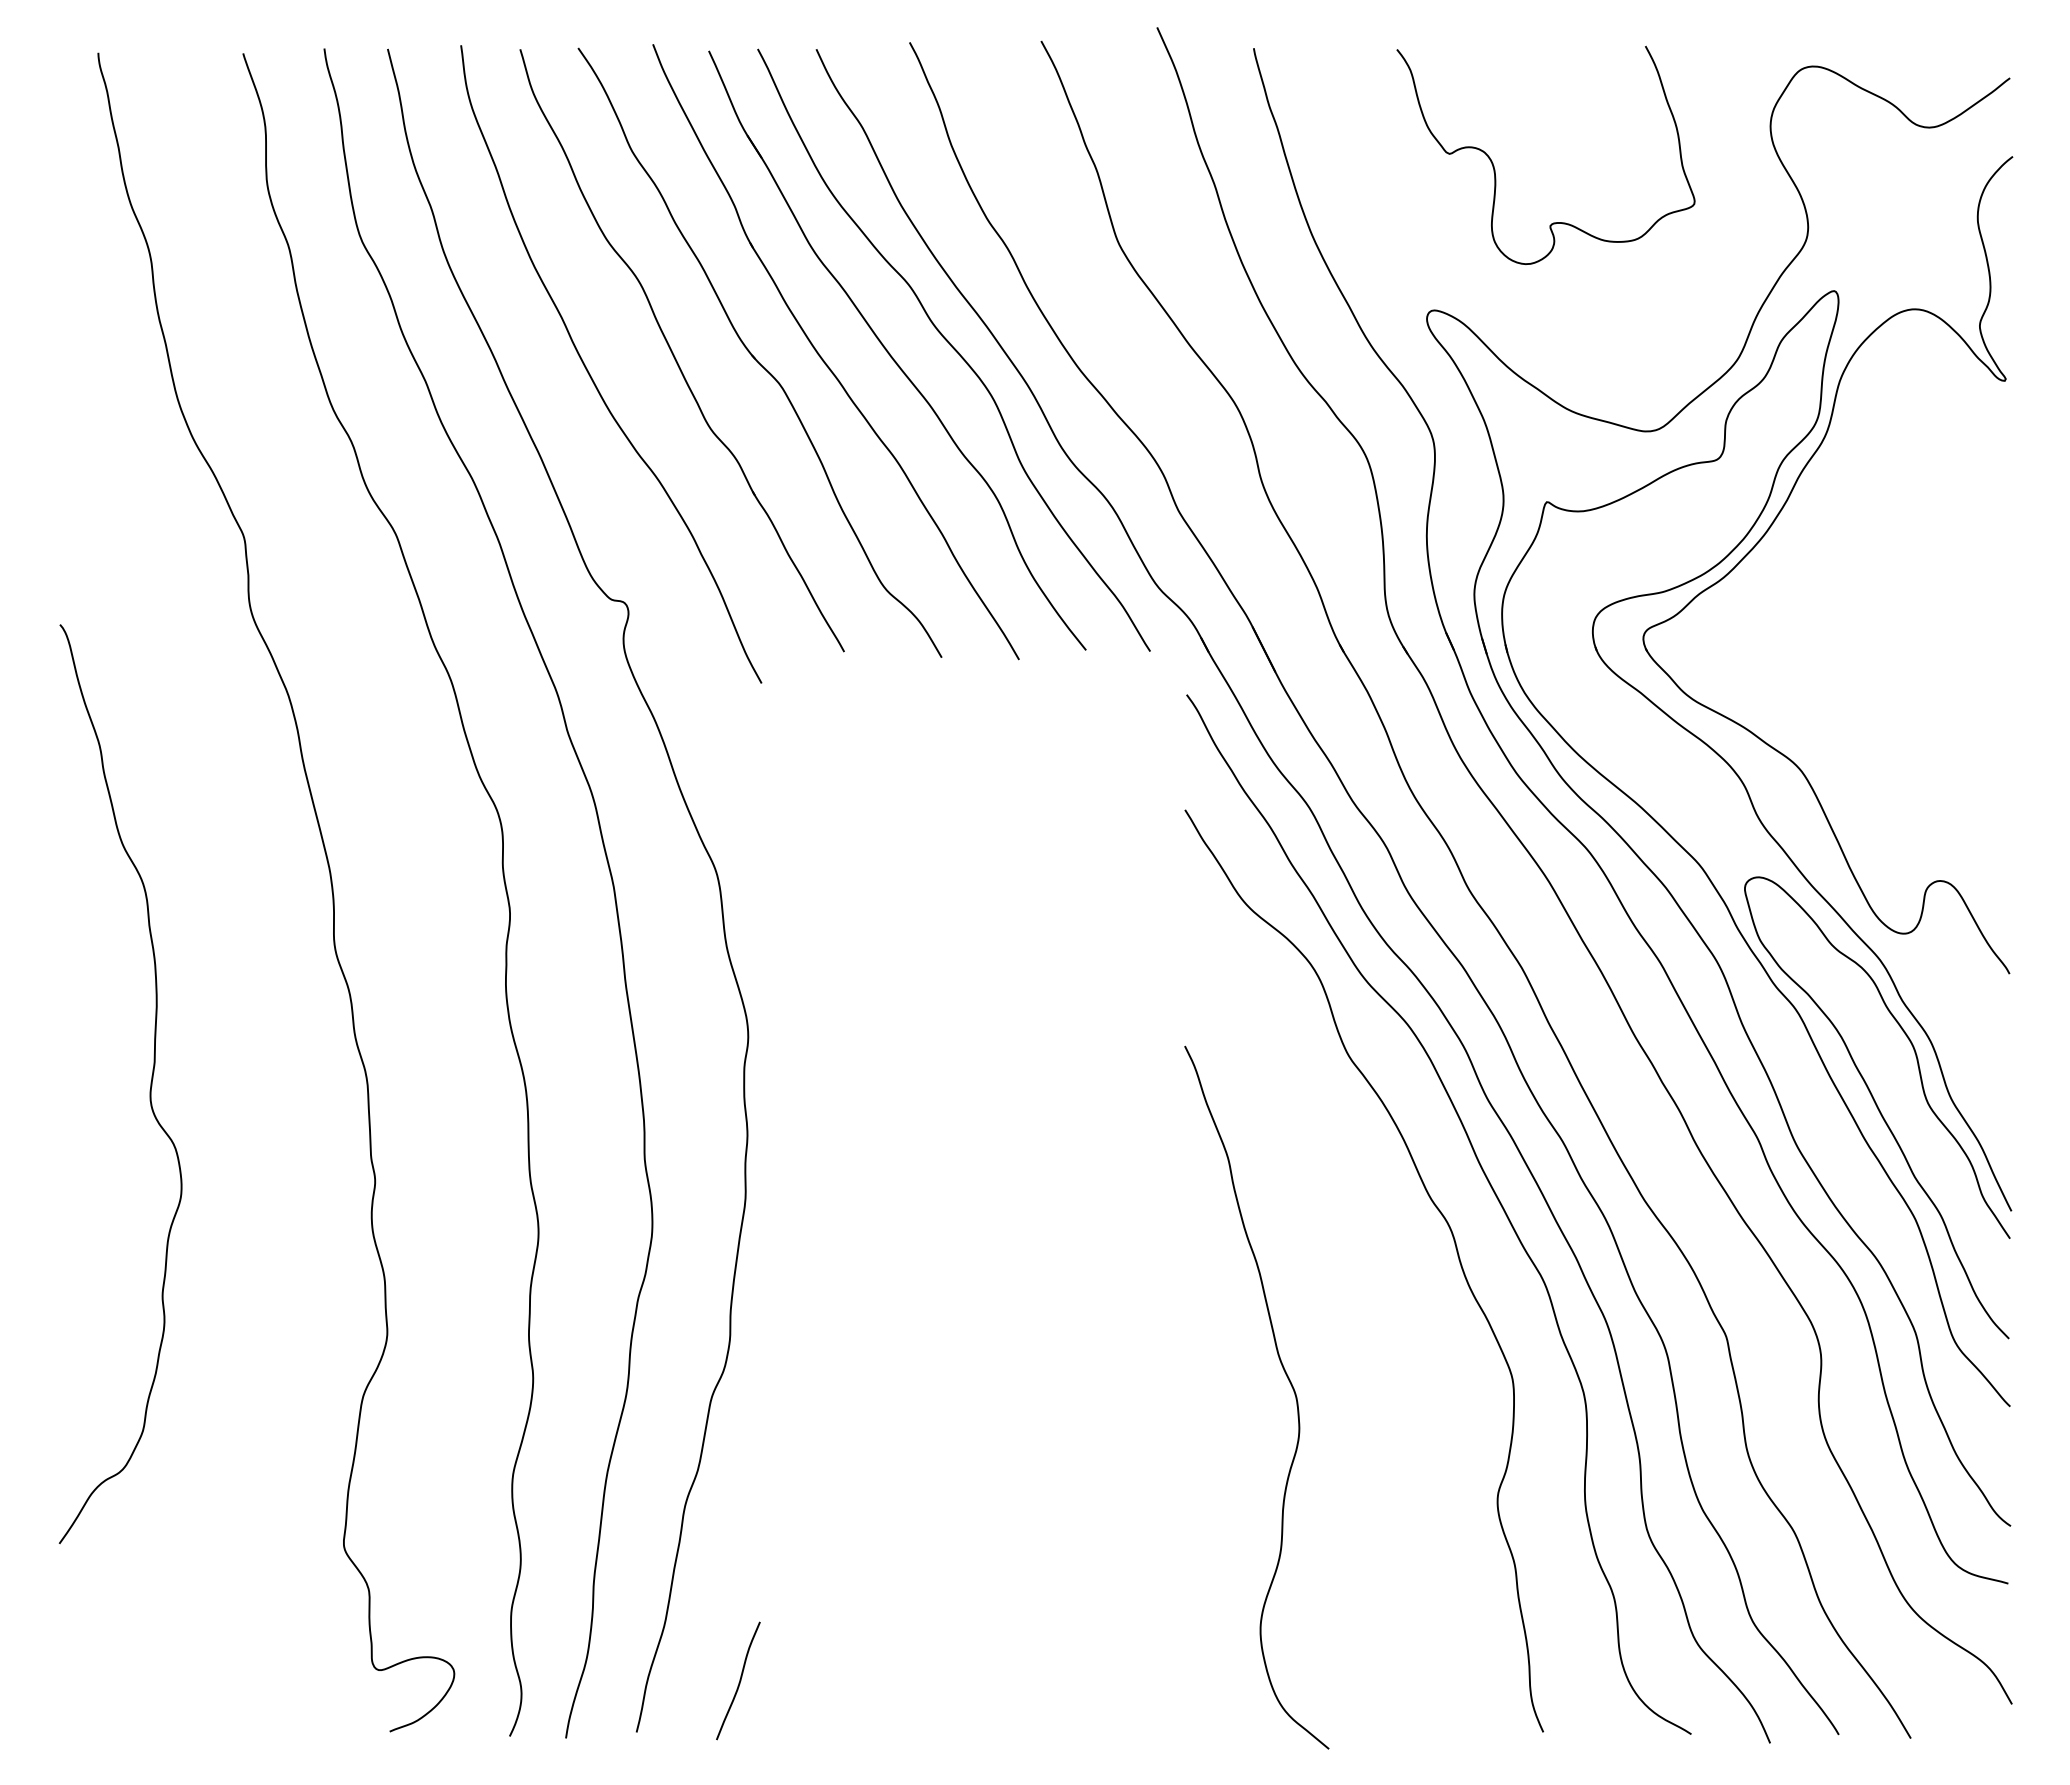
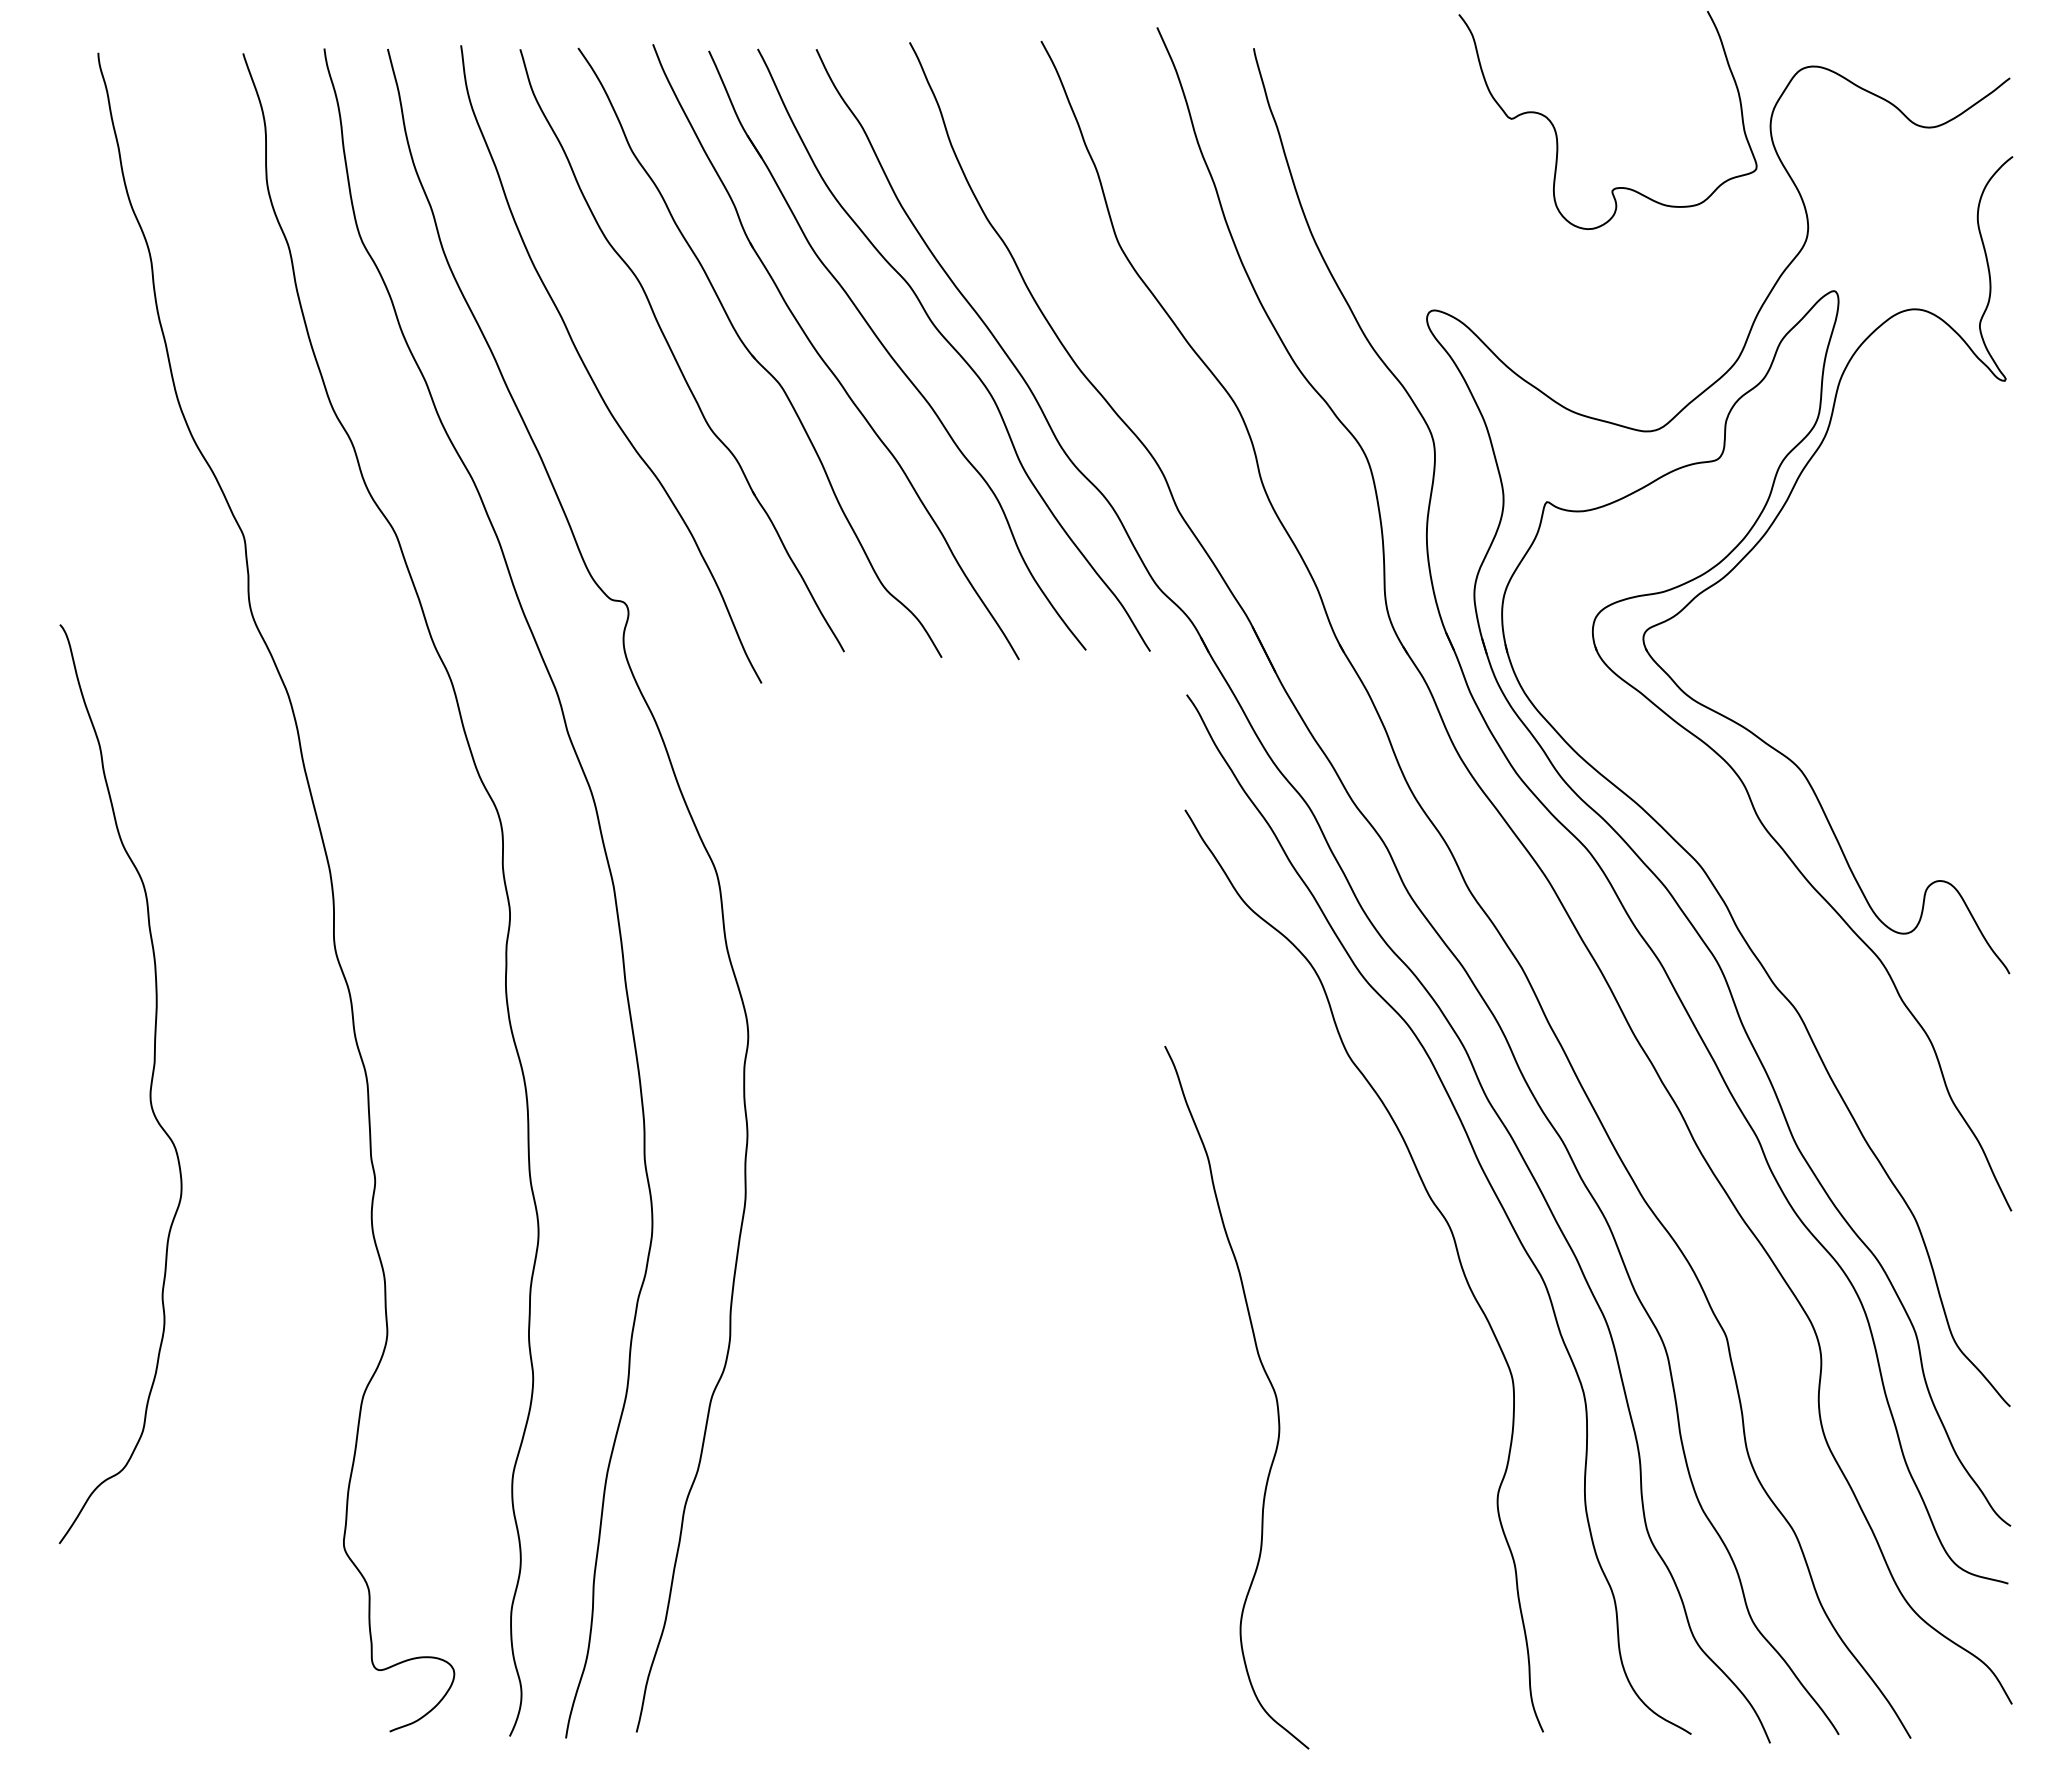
curve at (1494, 165) position: (1494, 165) -> (1556, 130)
curve at (1877, 1107): present -> none
curve at (1288, 1380) position: (1288, 1380) -> (1268, 1380)
curve at (739, 1680): present -> none
